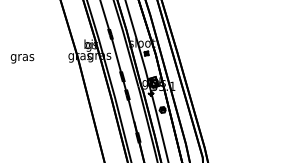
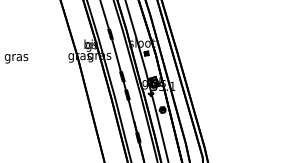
text at (22, 58) position: (22, 58) -> (16, 58)
